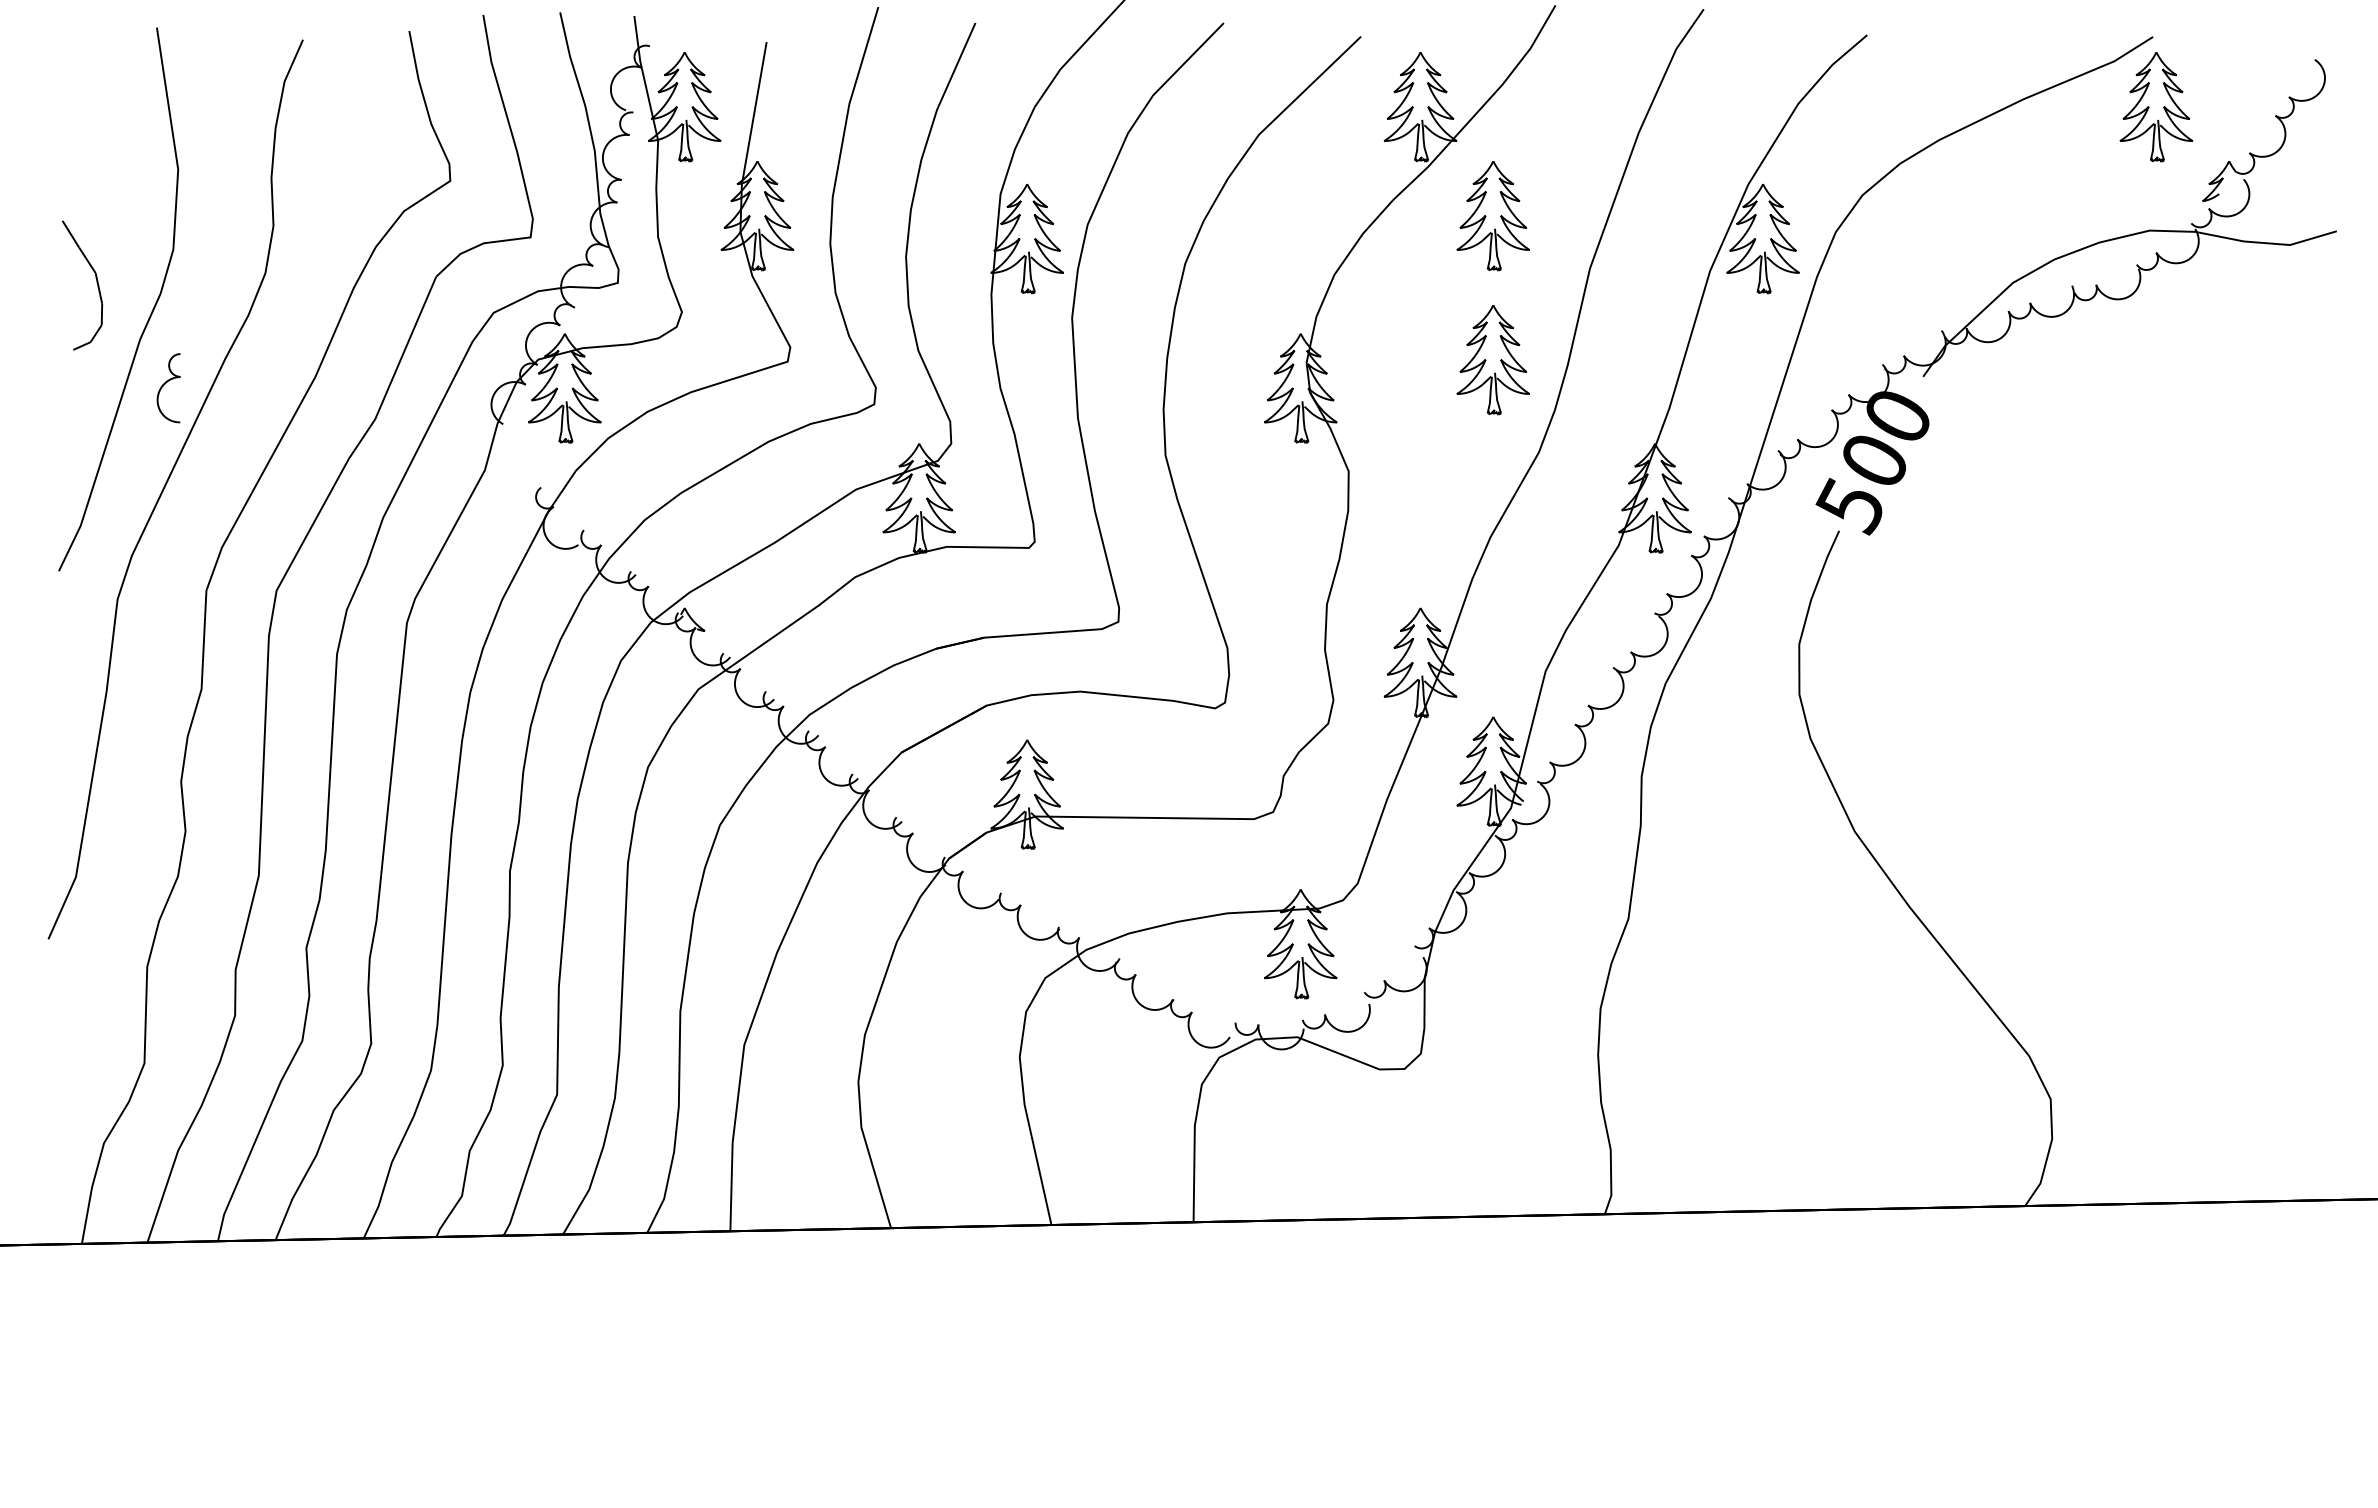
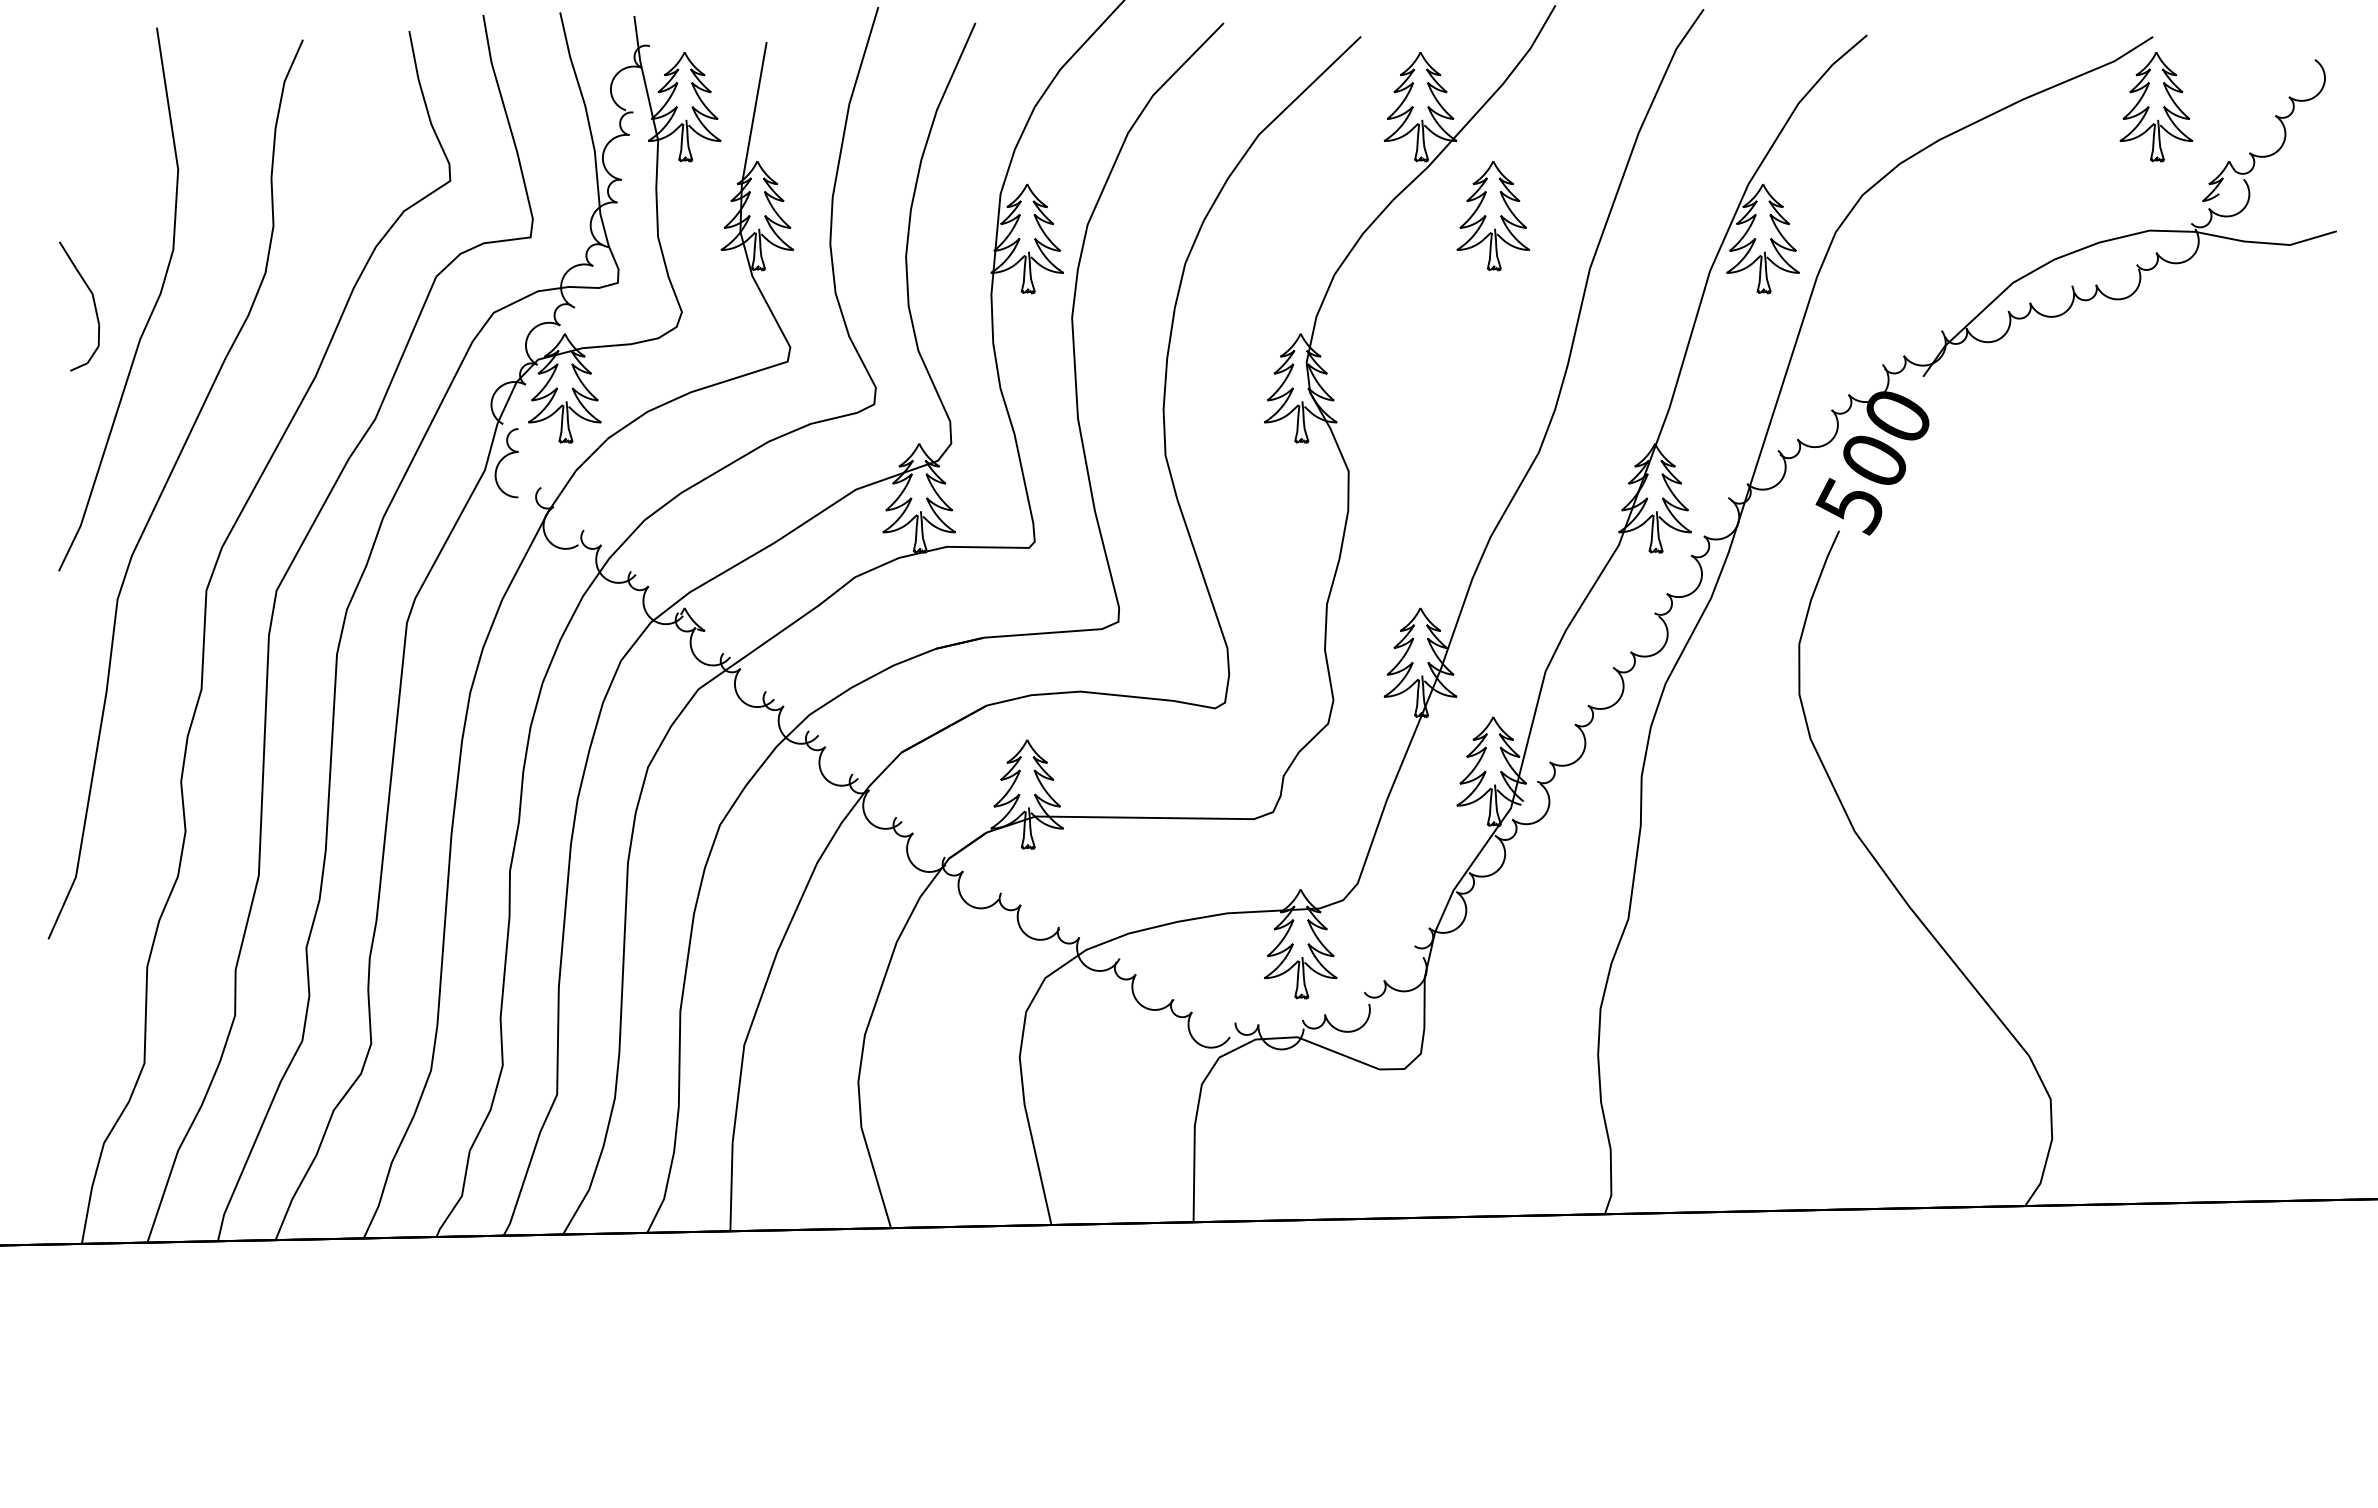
curve at (96, 282) position: (96, 282) -> (93, 303)
part at (1492, 360): present -> none
part at (168, 388) position: (168, 388) -> (506, 463)
